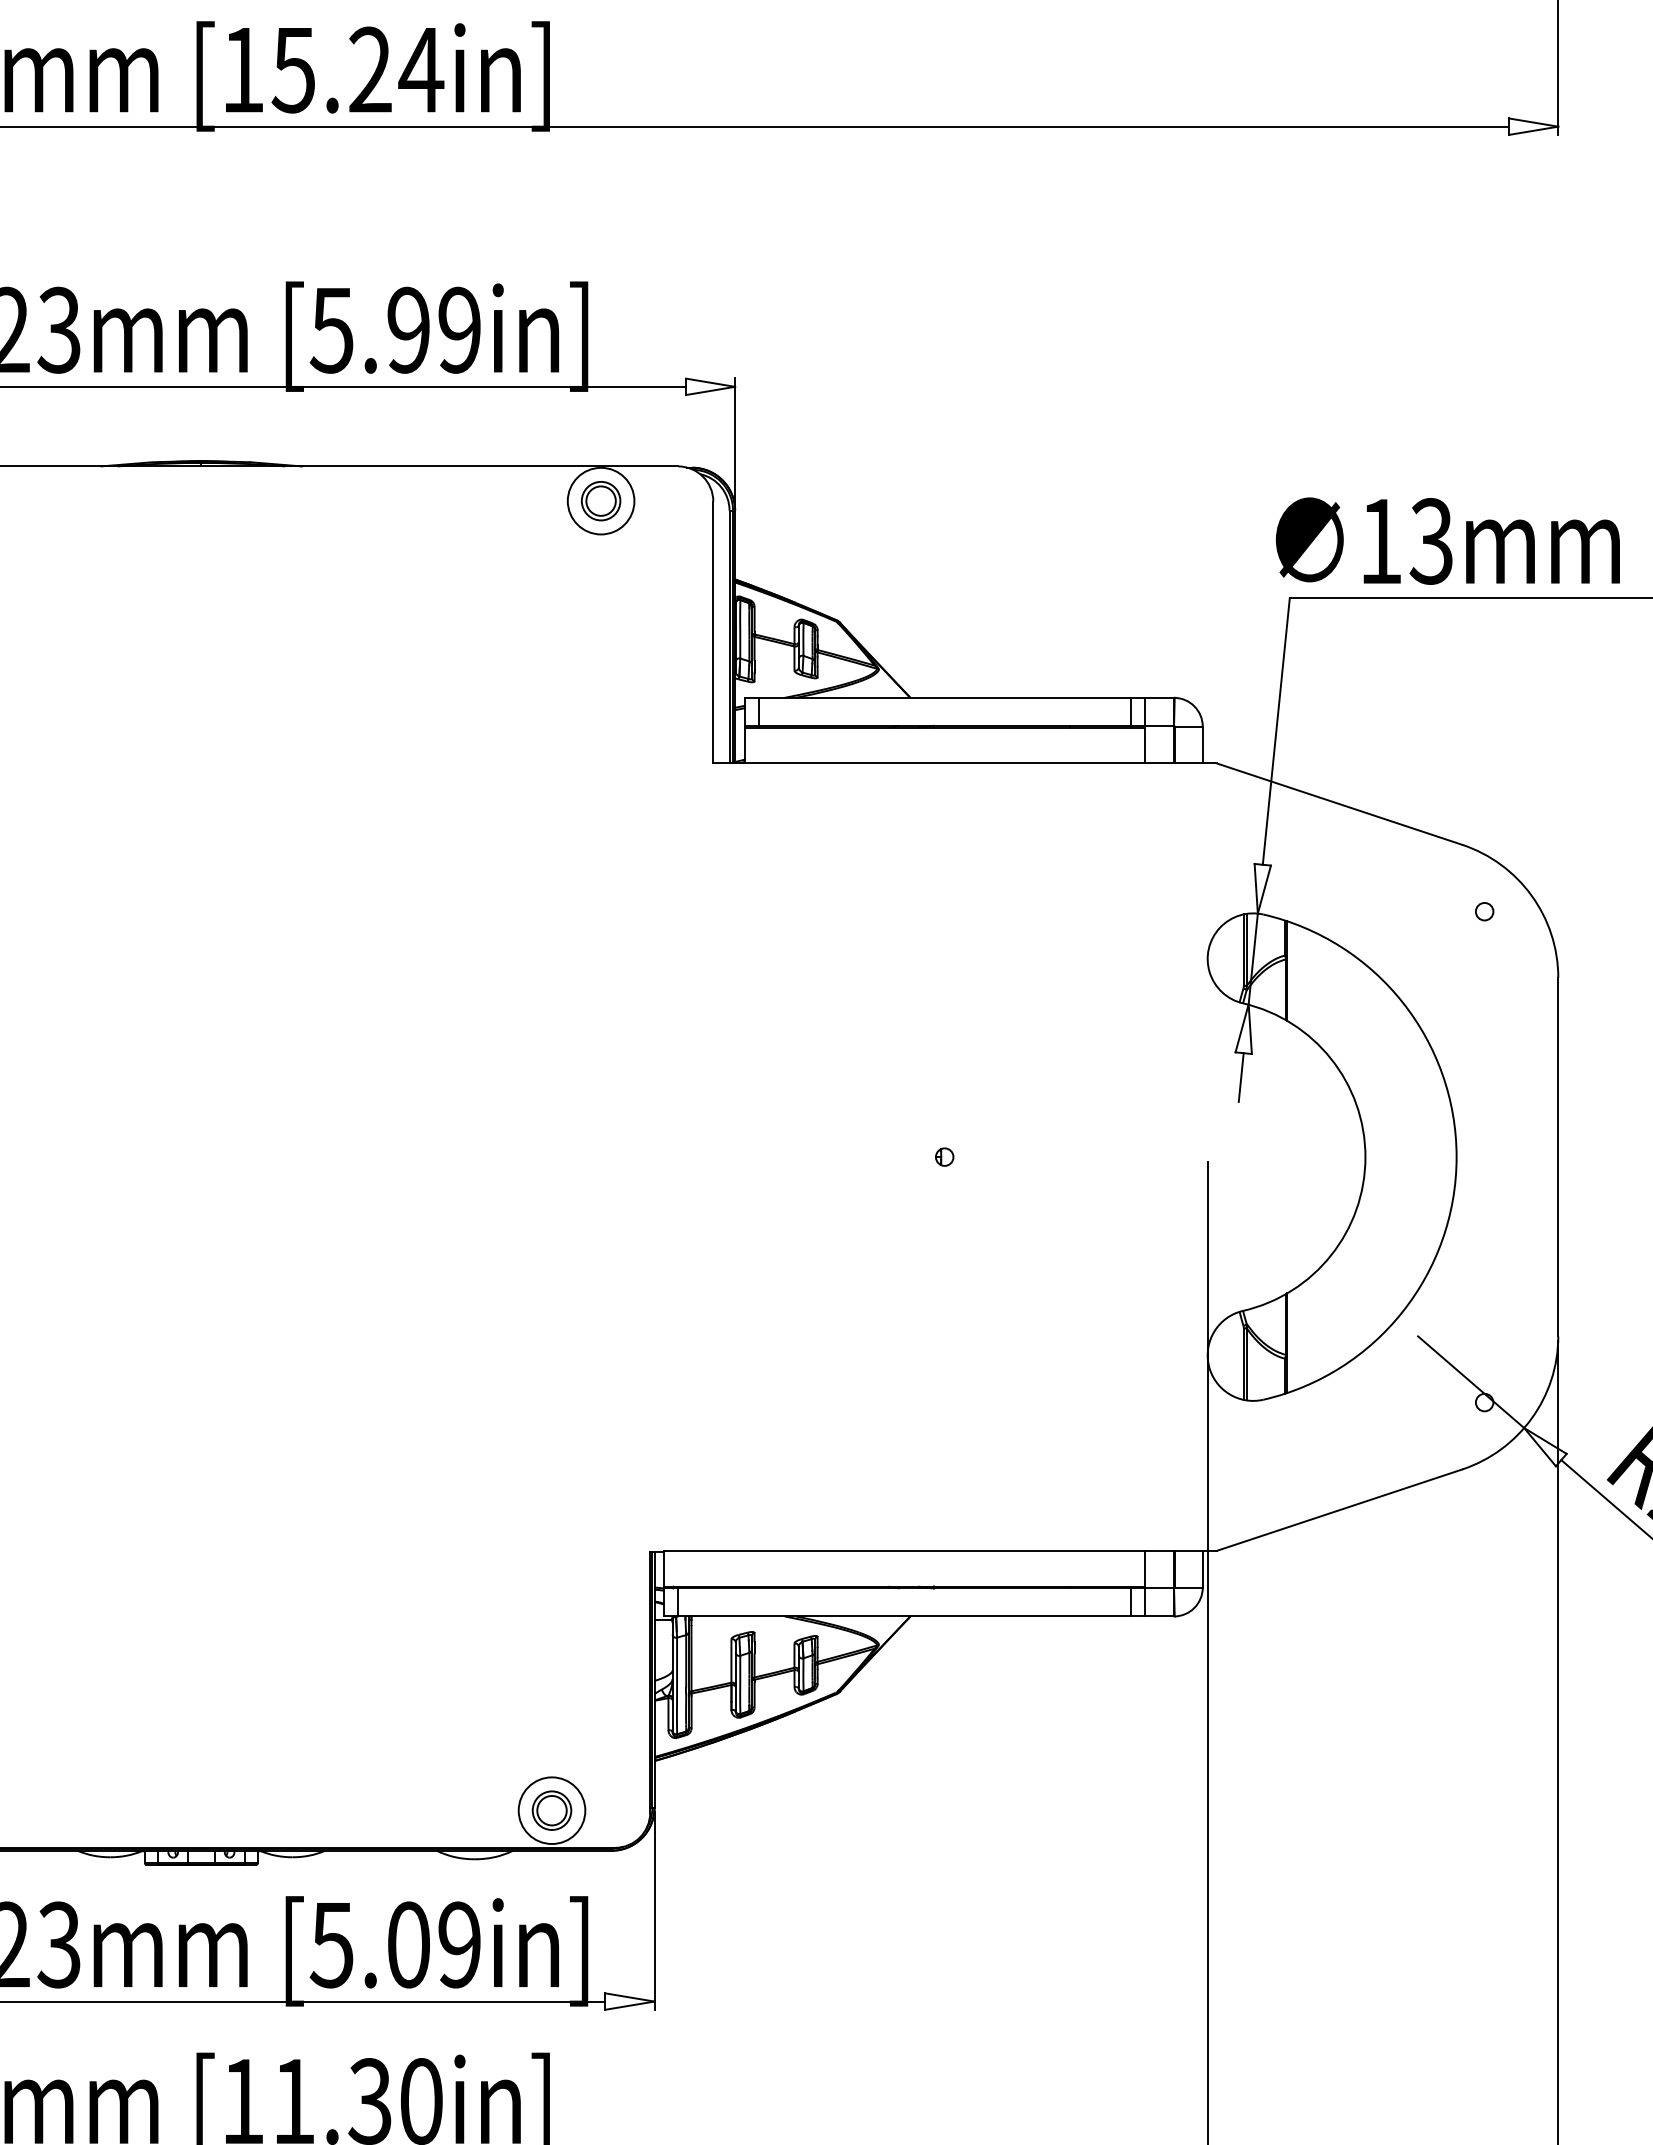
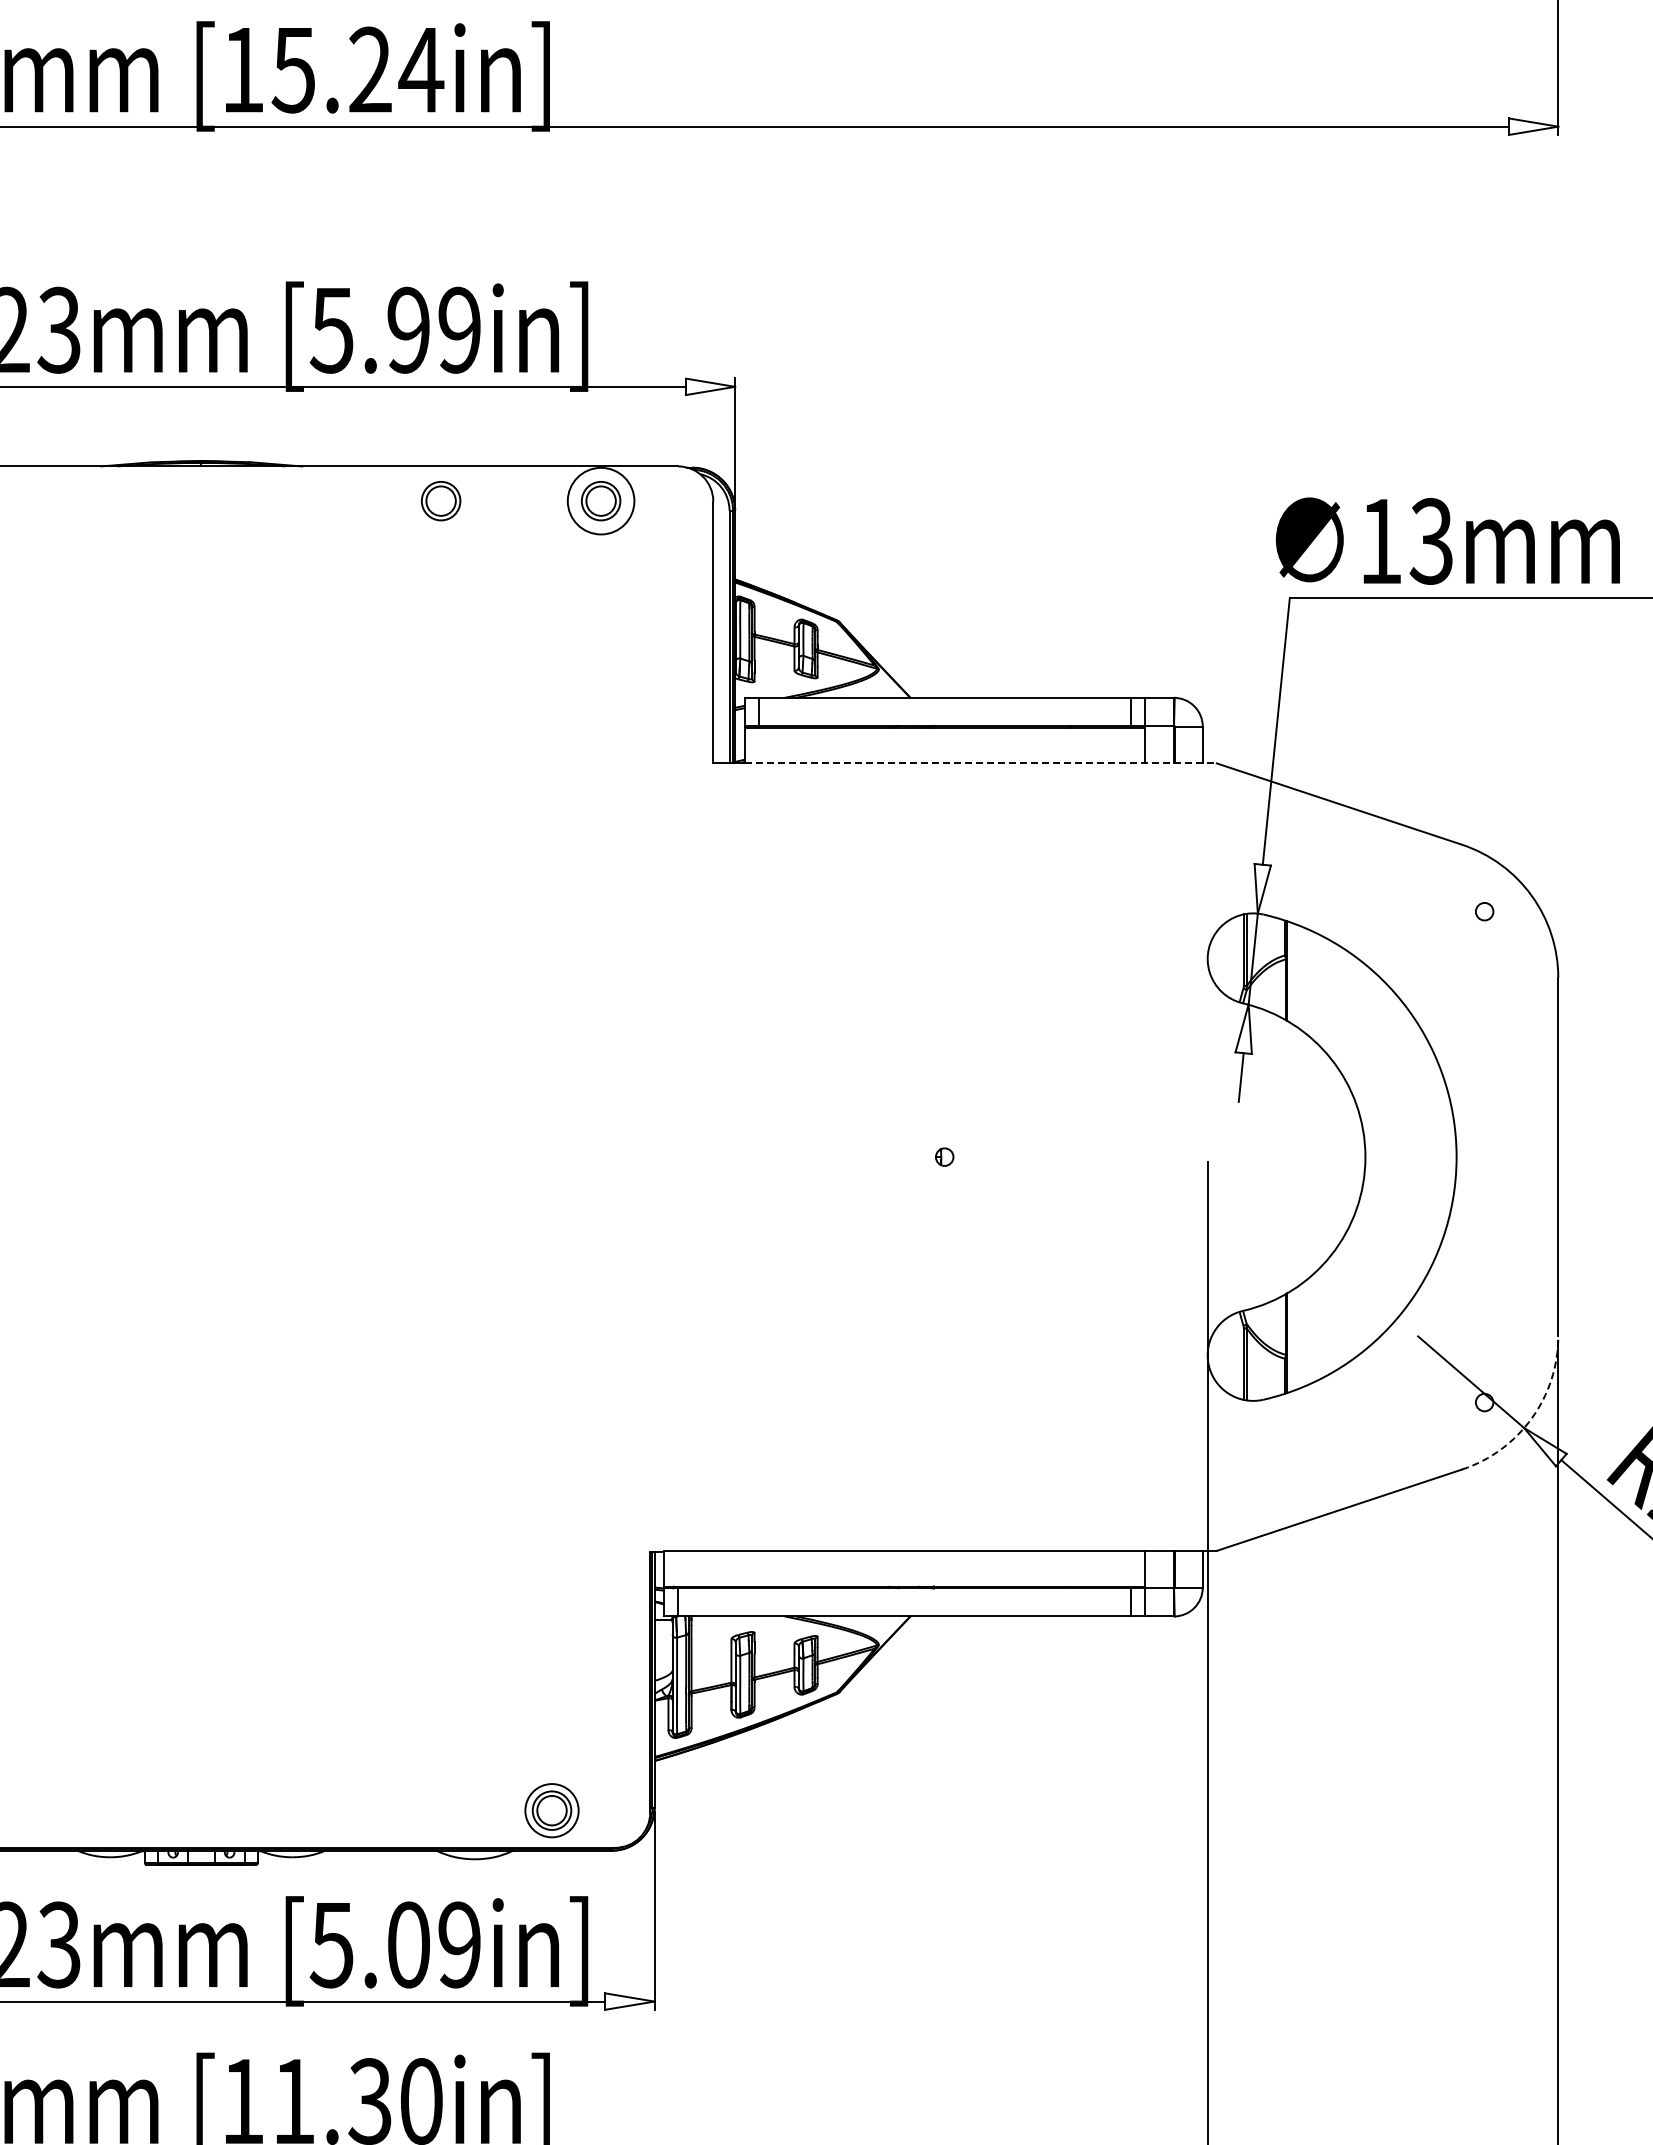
part at (441, 501): none -> present
line at (980, 763): solid -> dashed
arc at (1531, 1418): solid -> dashed
circle at (551, 1810) diameter: 67 px -> 53 px
